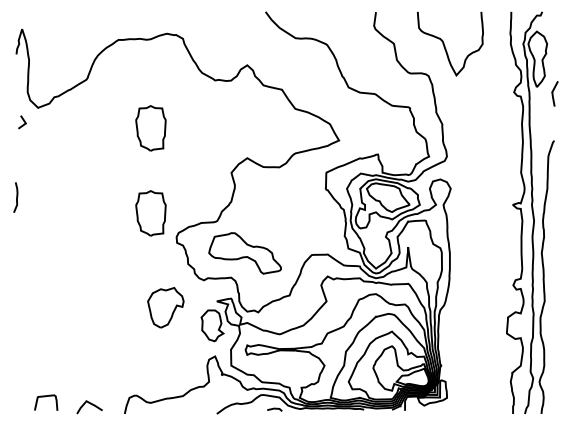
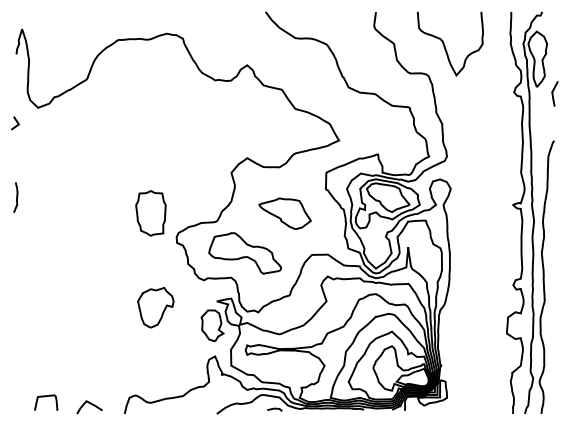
line at (23, 121) position: (23, 121) -> (16, 122)
part at (150, 128): present -> none
part at (284, 213): none -> present
part at (165, 307) position: (165, 307) -> (155, 307)
